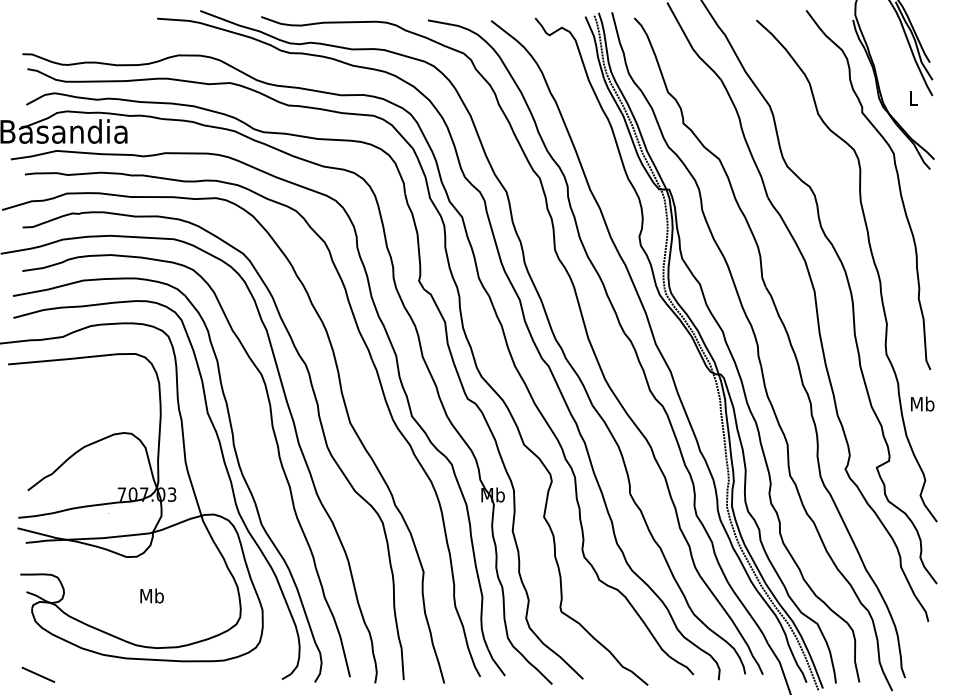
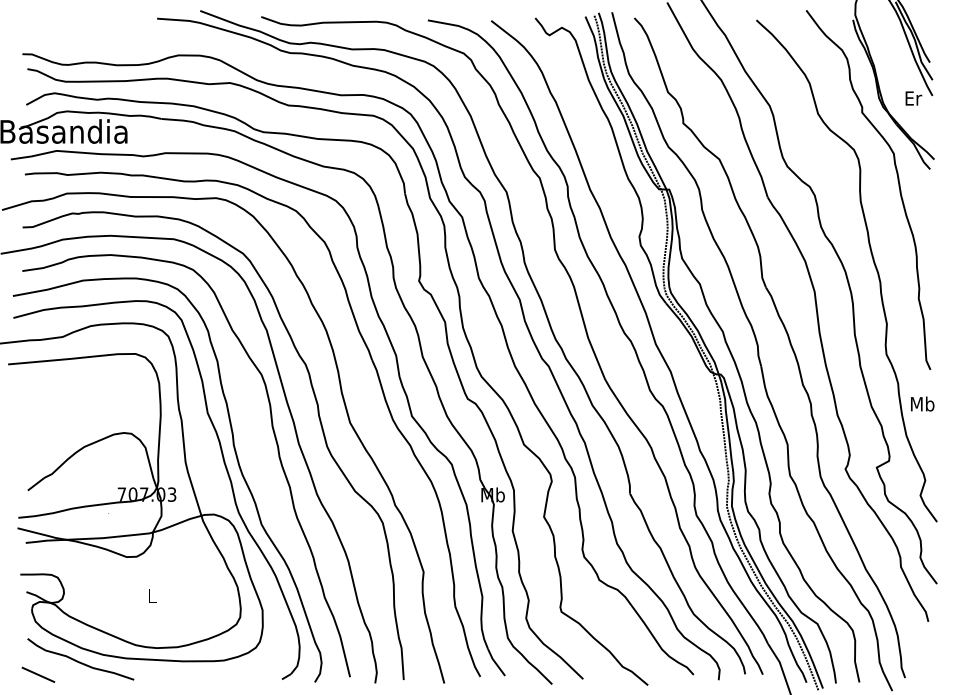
text at (913, 98): L -> Er
text at (151, 595): Mb -> L
curve at (80, 661): none -> present
